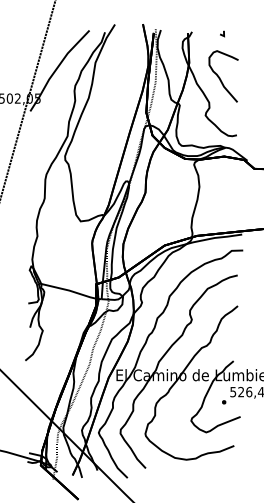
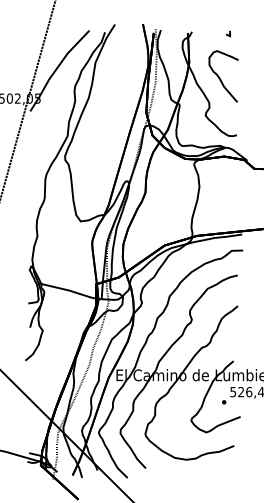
line at (223, 33) position: (223, 33) -> (229, 33)
